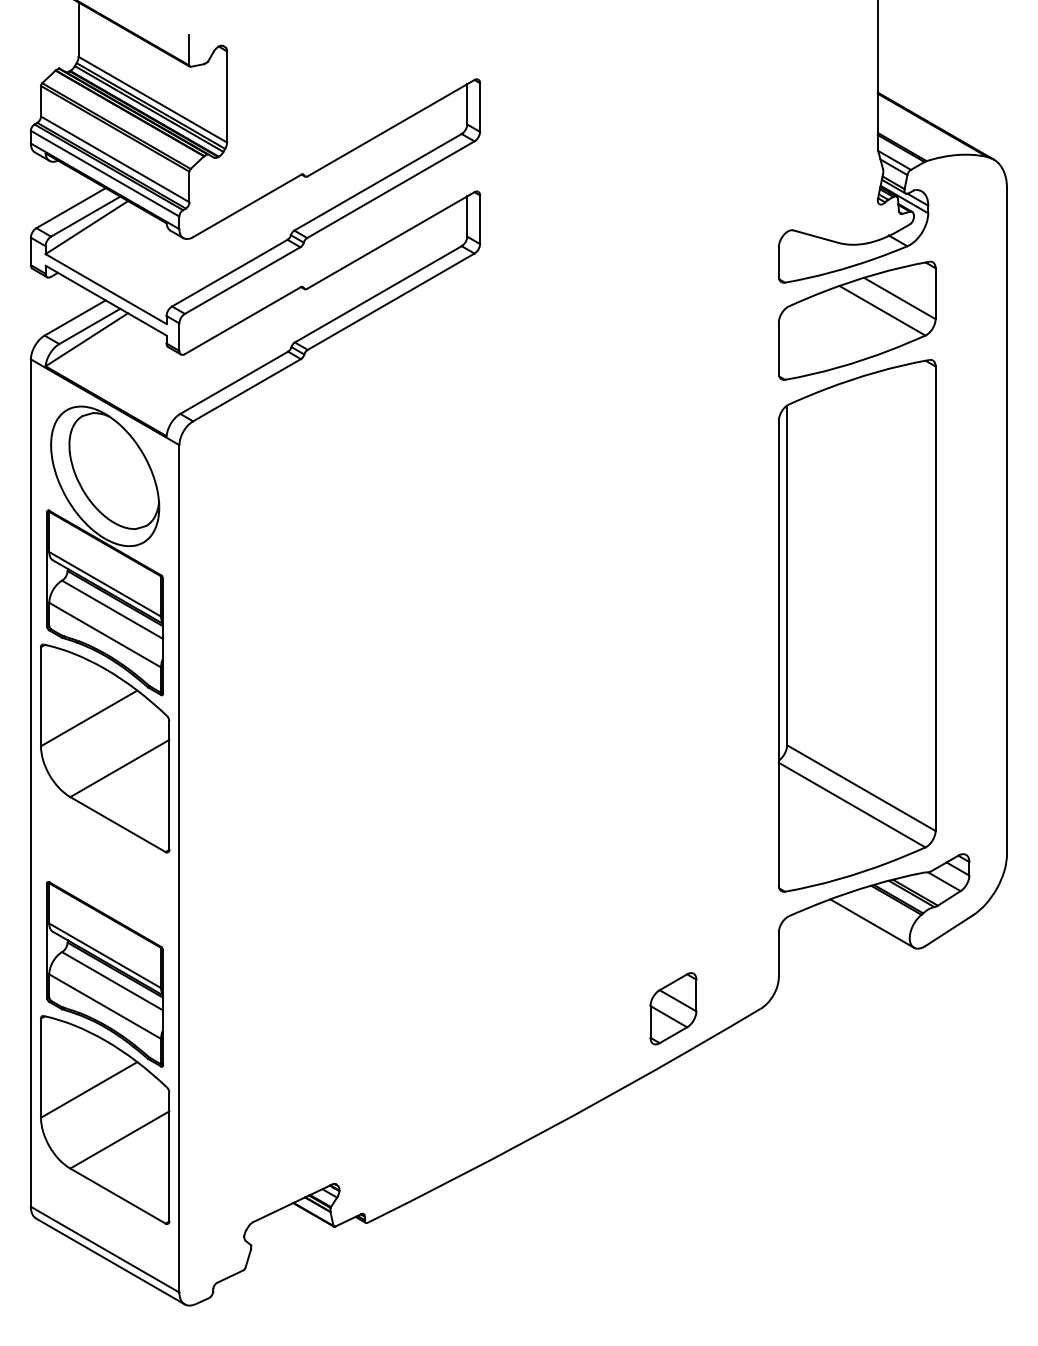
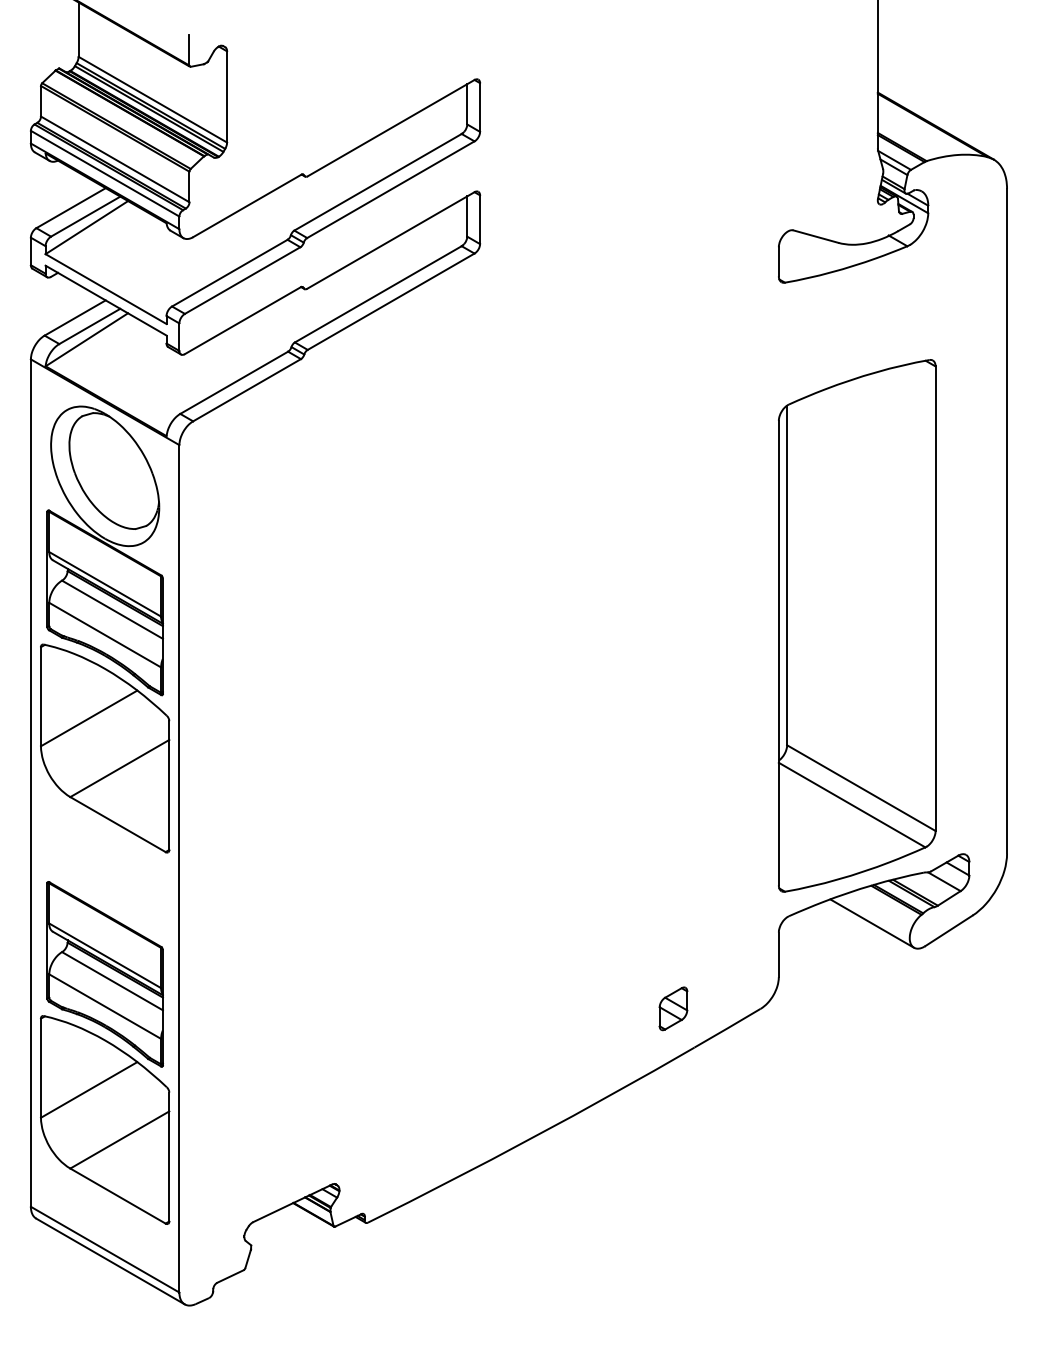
part at (857, 320): present -> none
part at (673, 1008) size: 49x74 px -> 31x46 px
